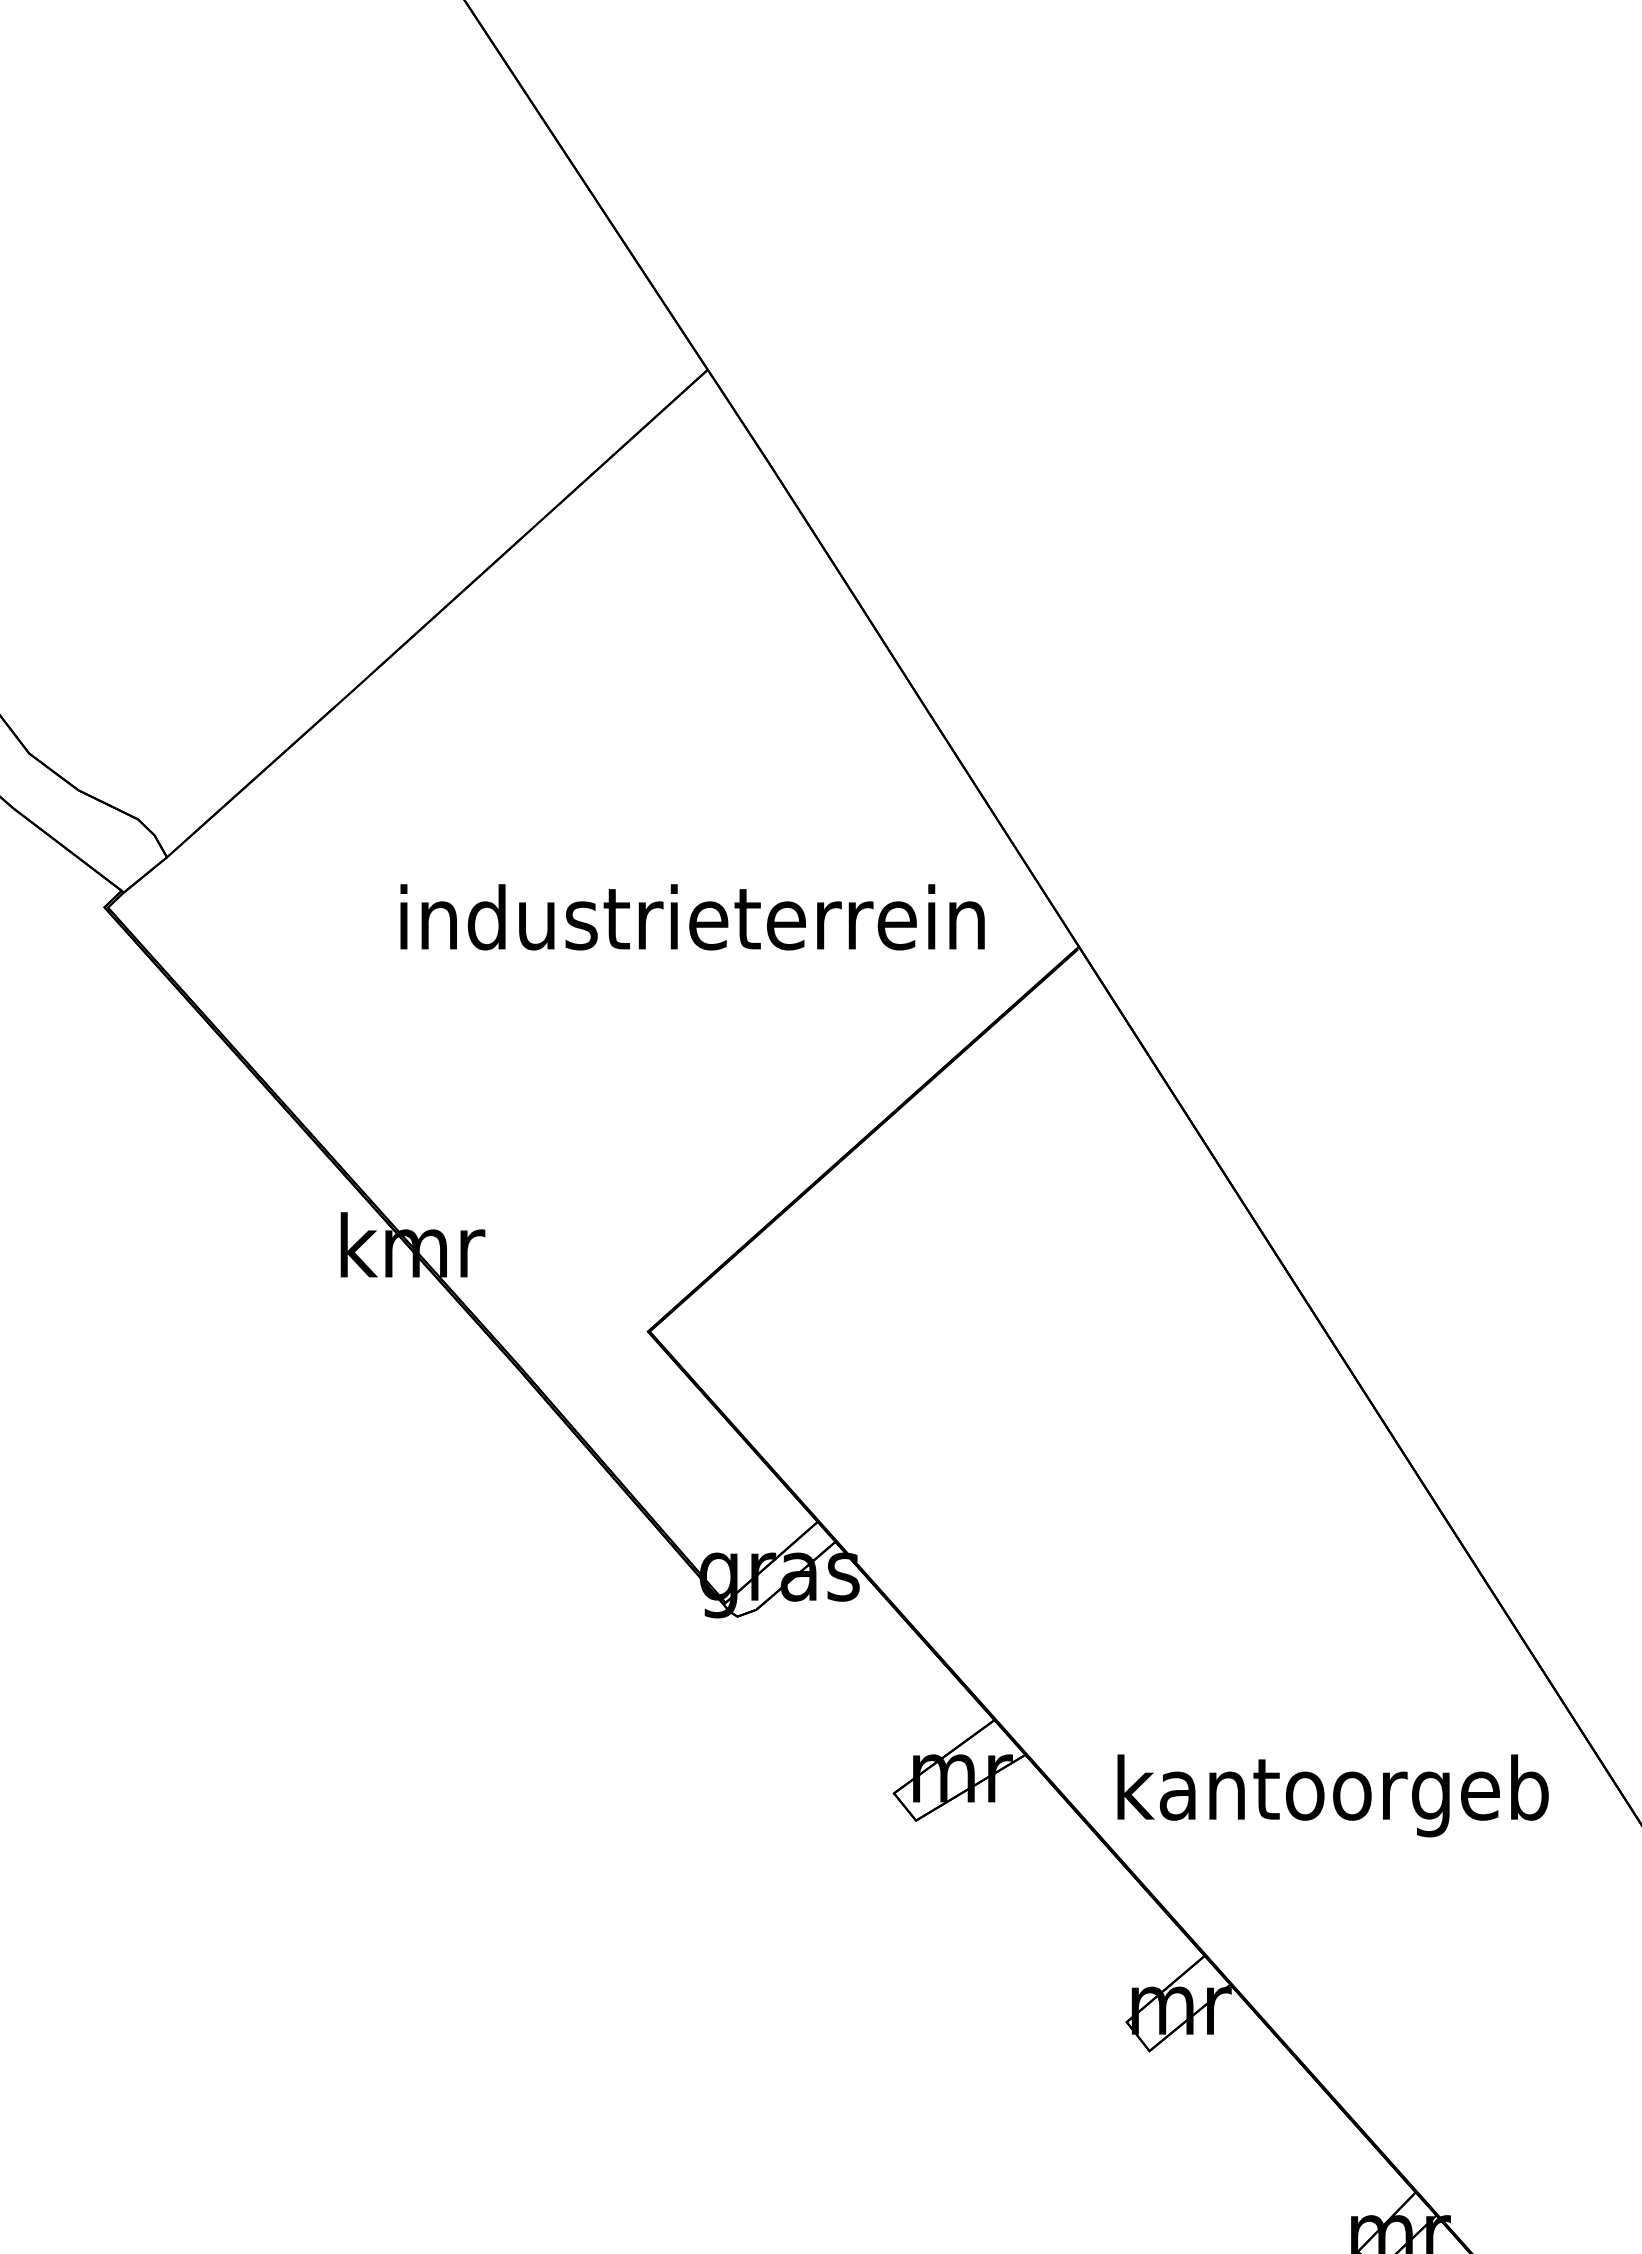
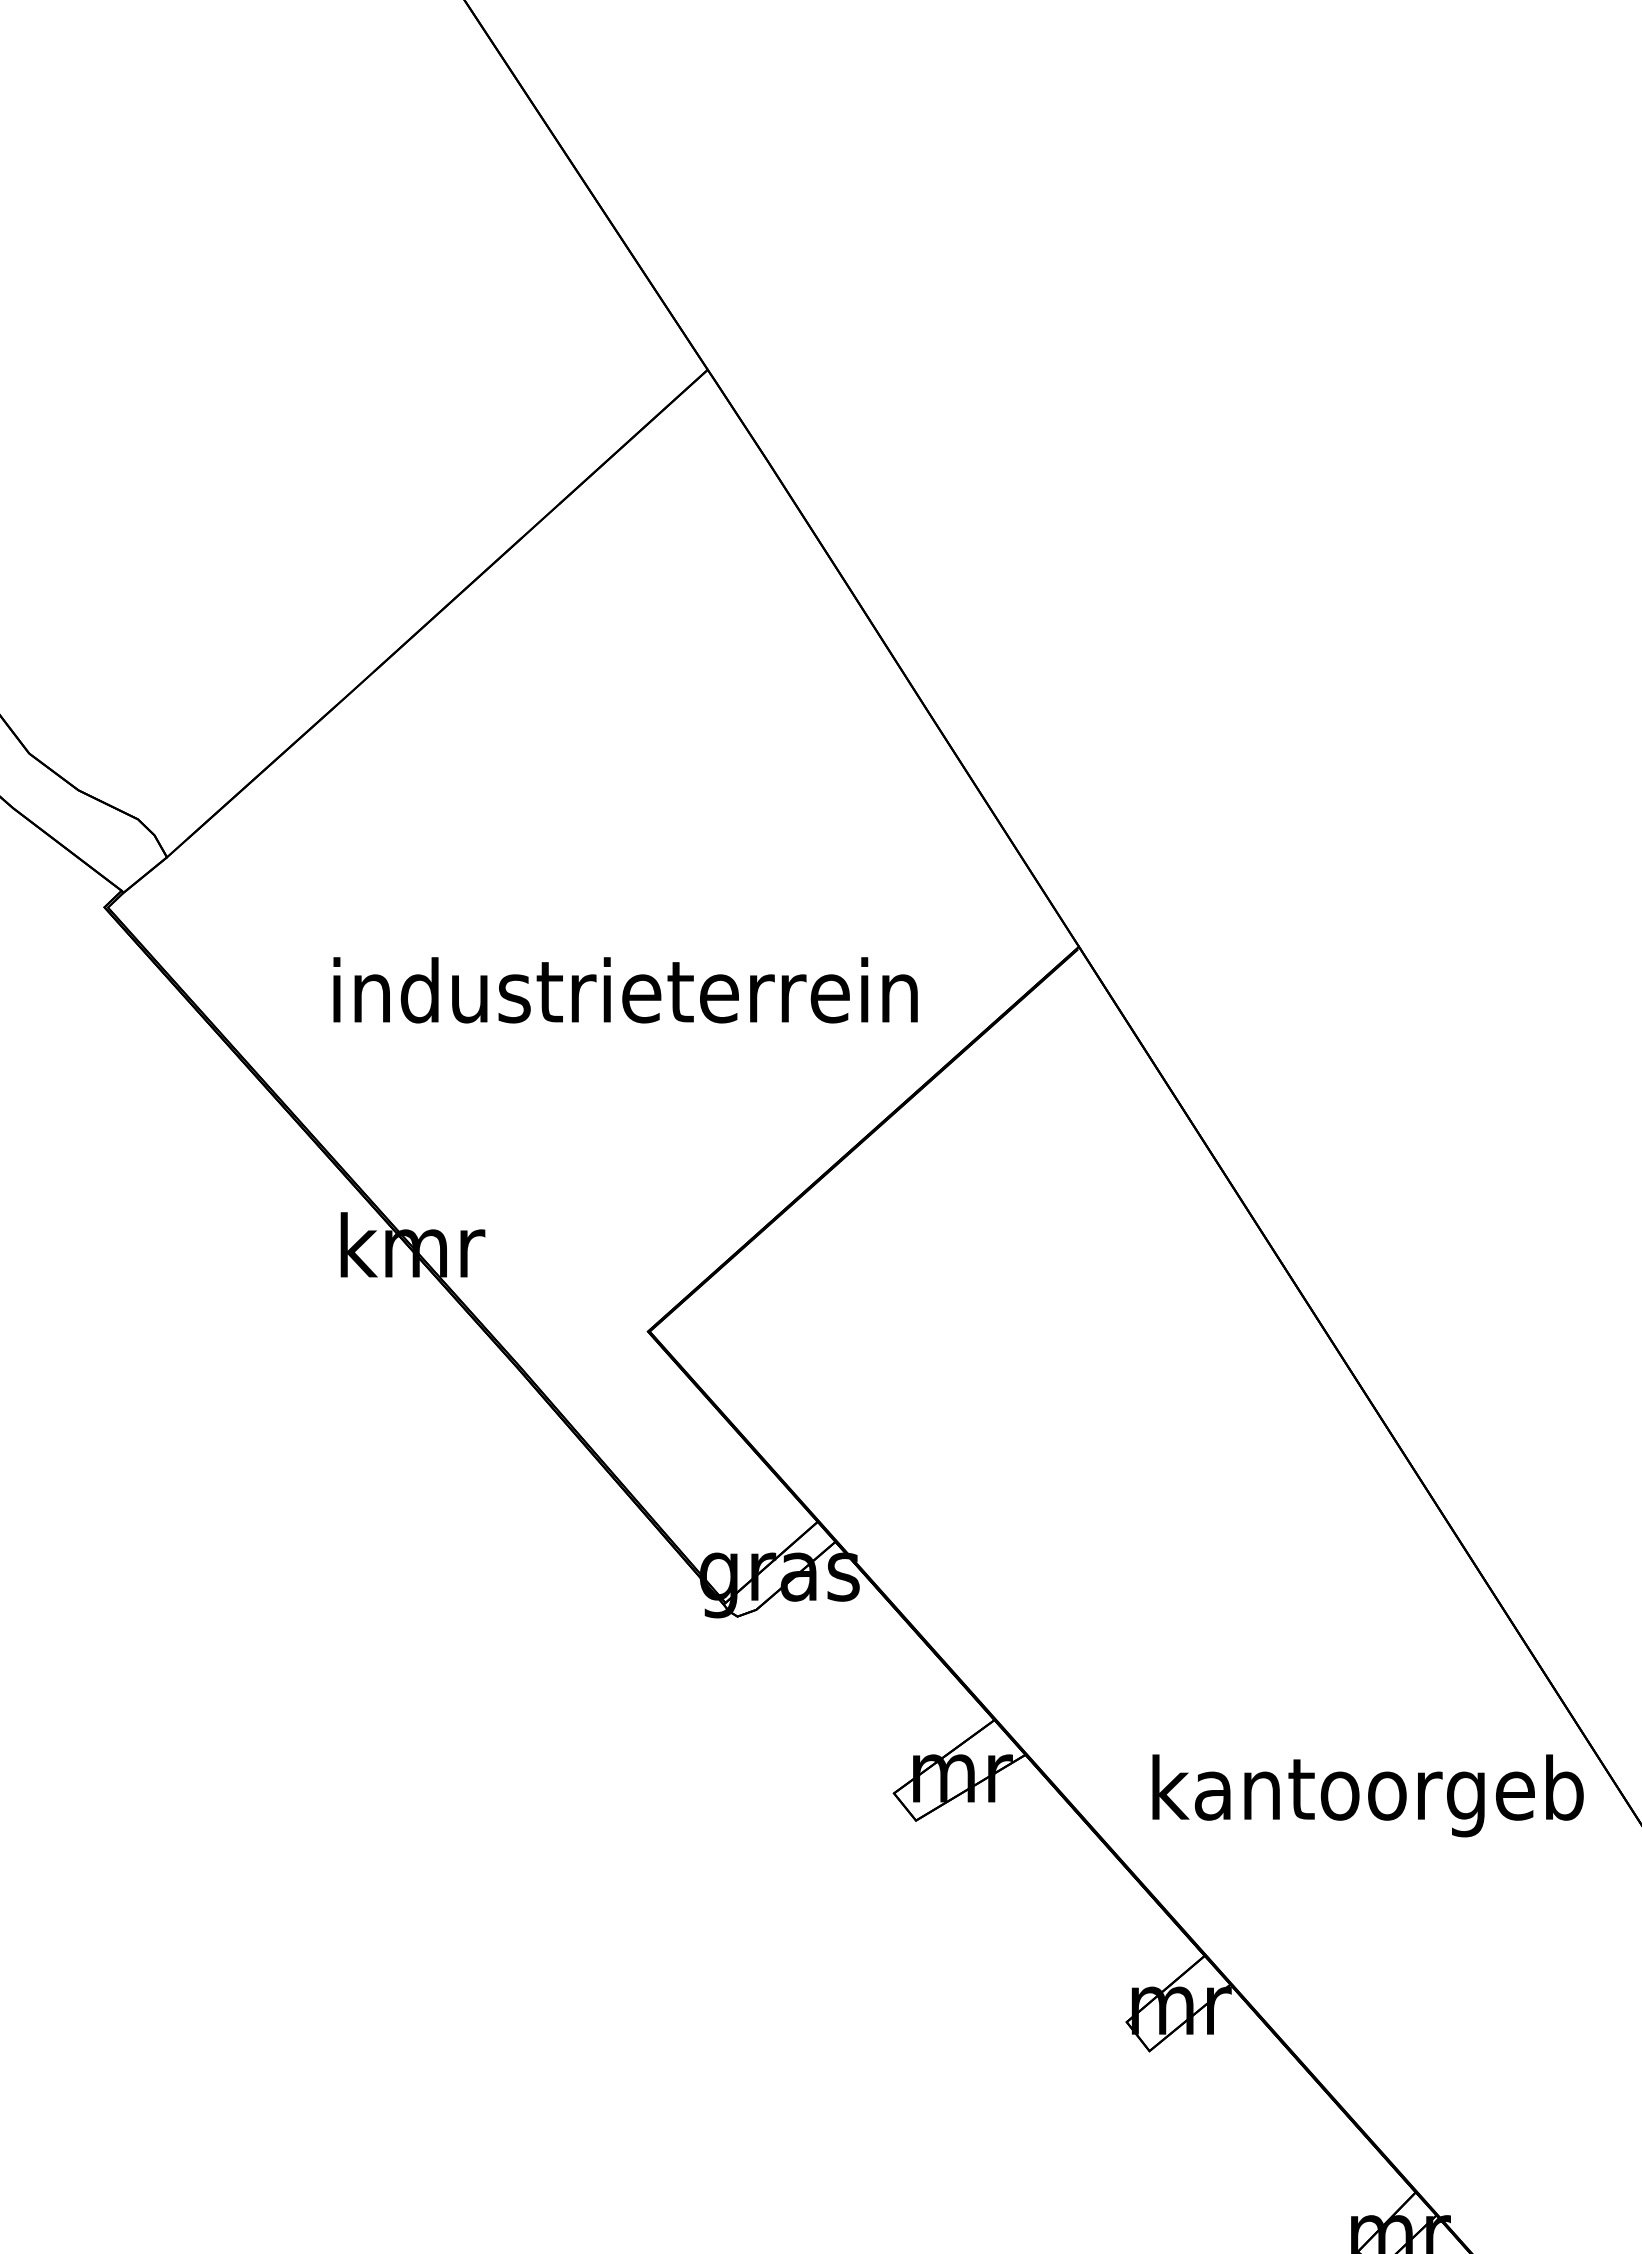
text at (692, 917) position: (692, 917) -> (625, 990)
text at (1332, 1795) position: (1332, 1795) -> (1367, 1795)
